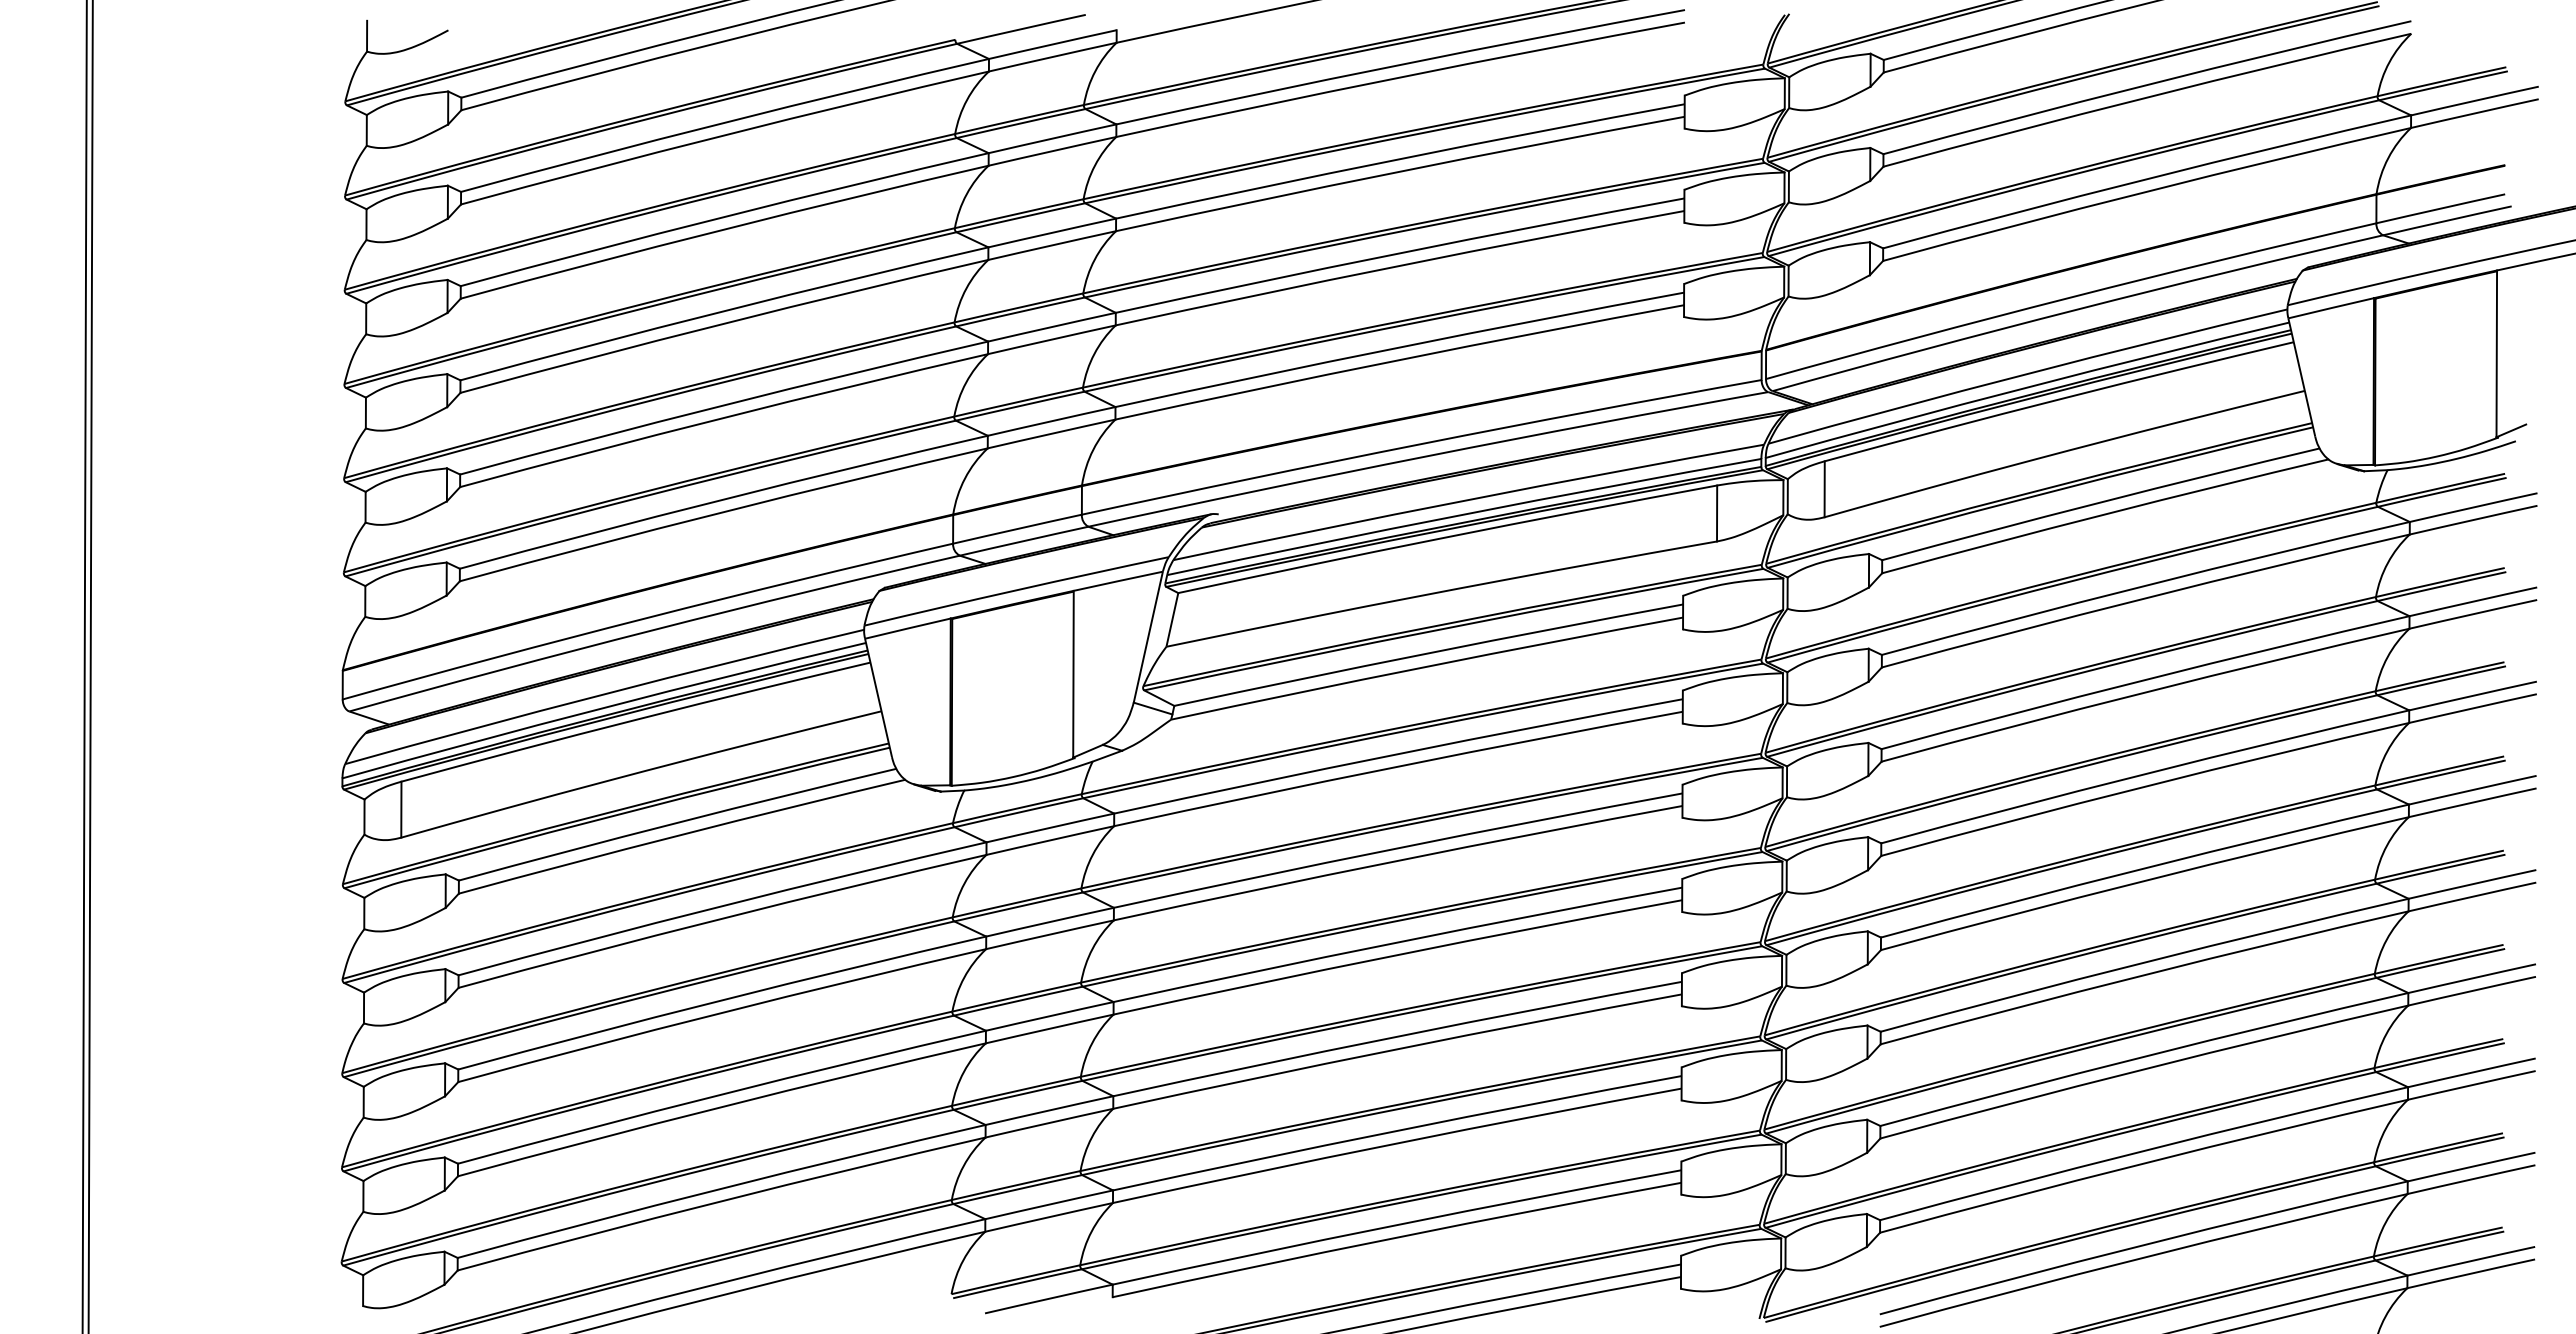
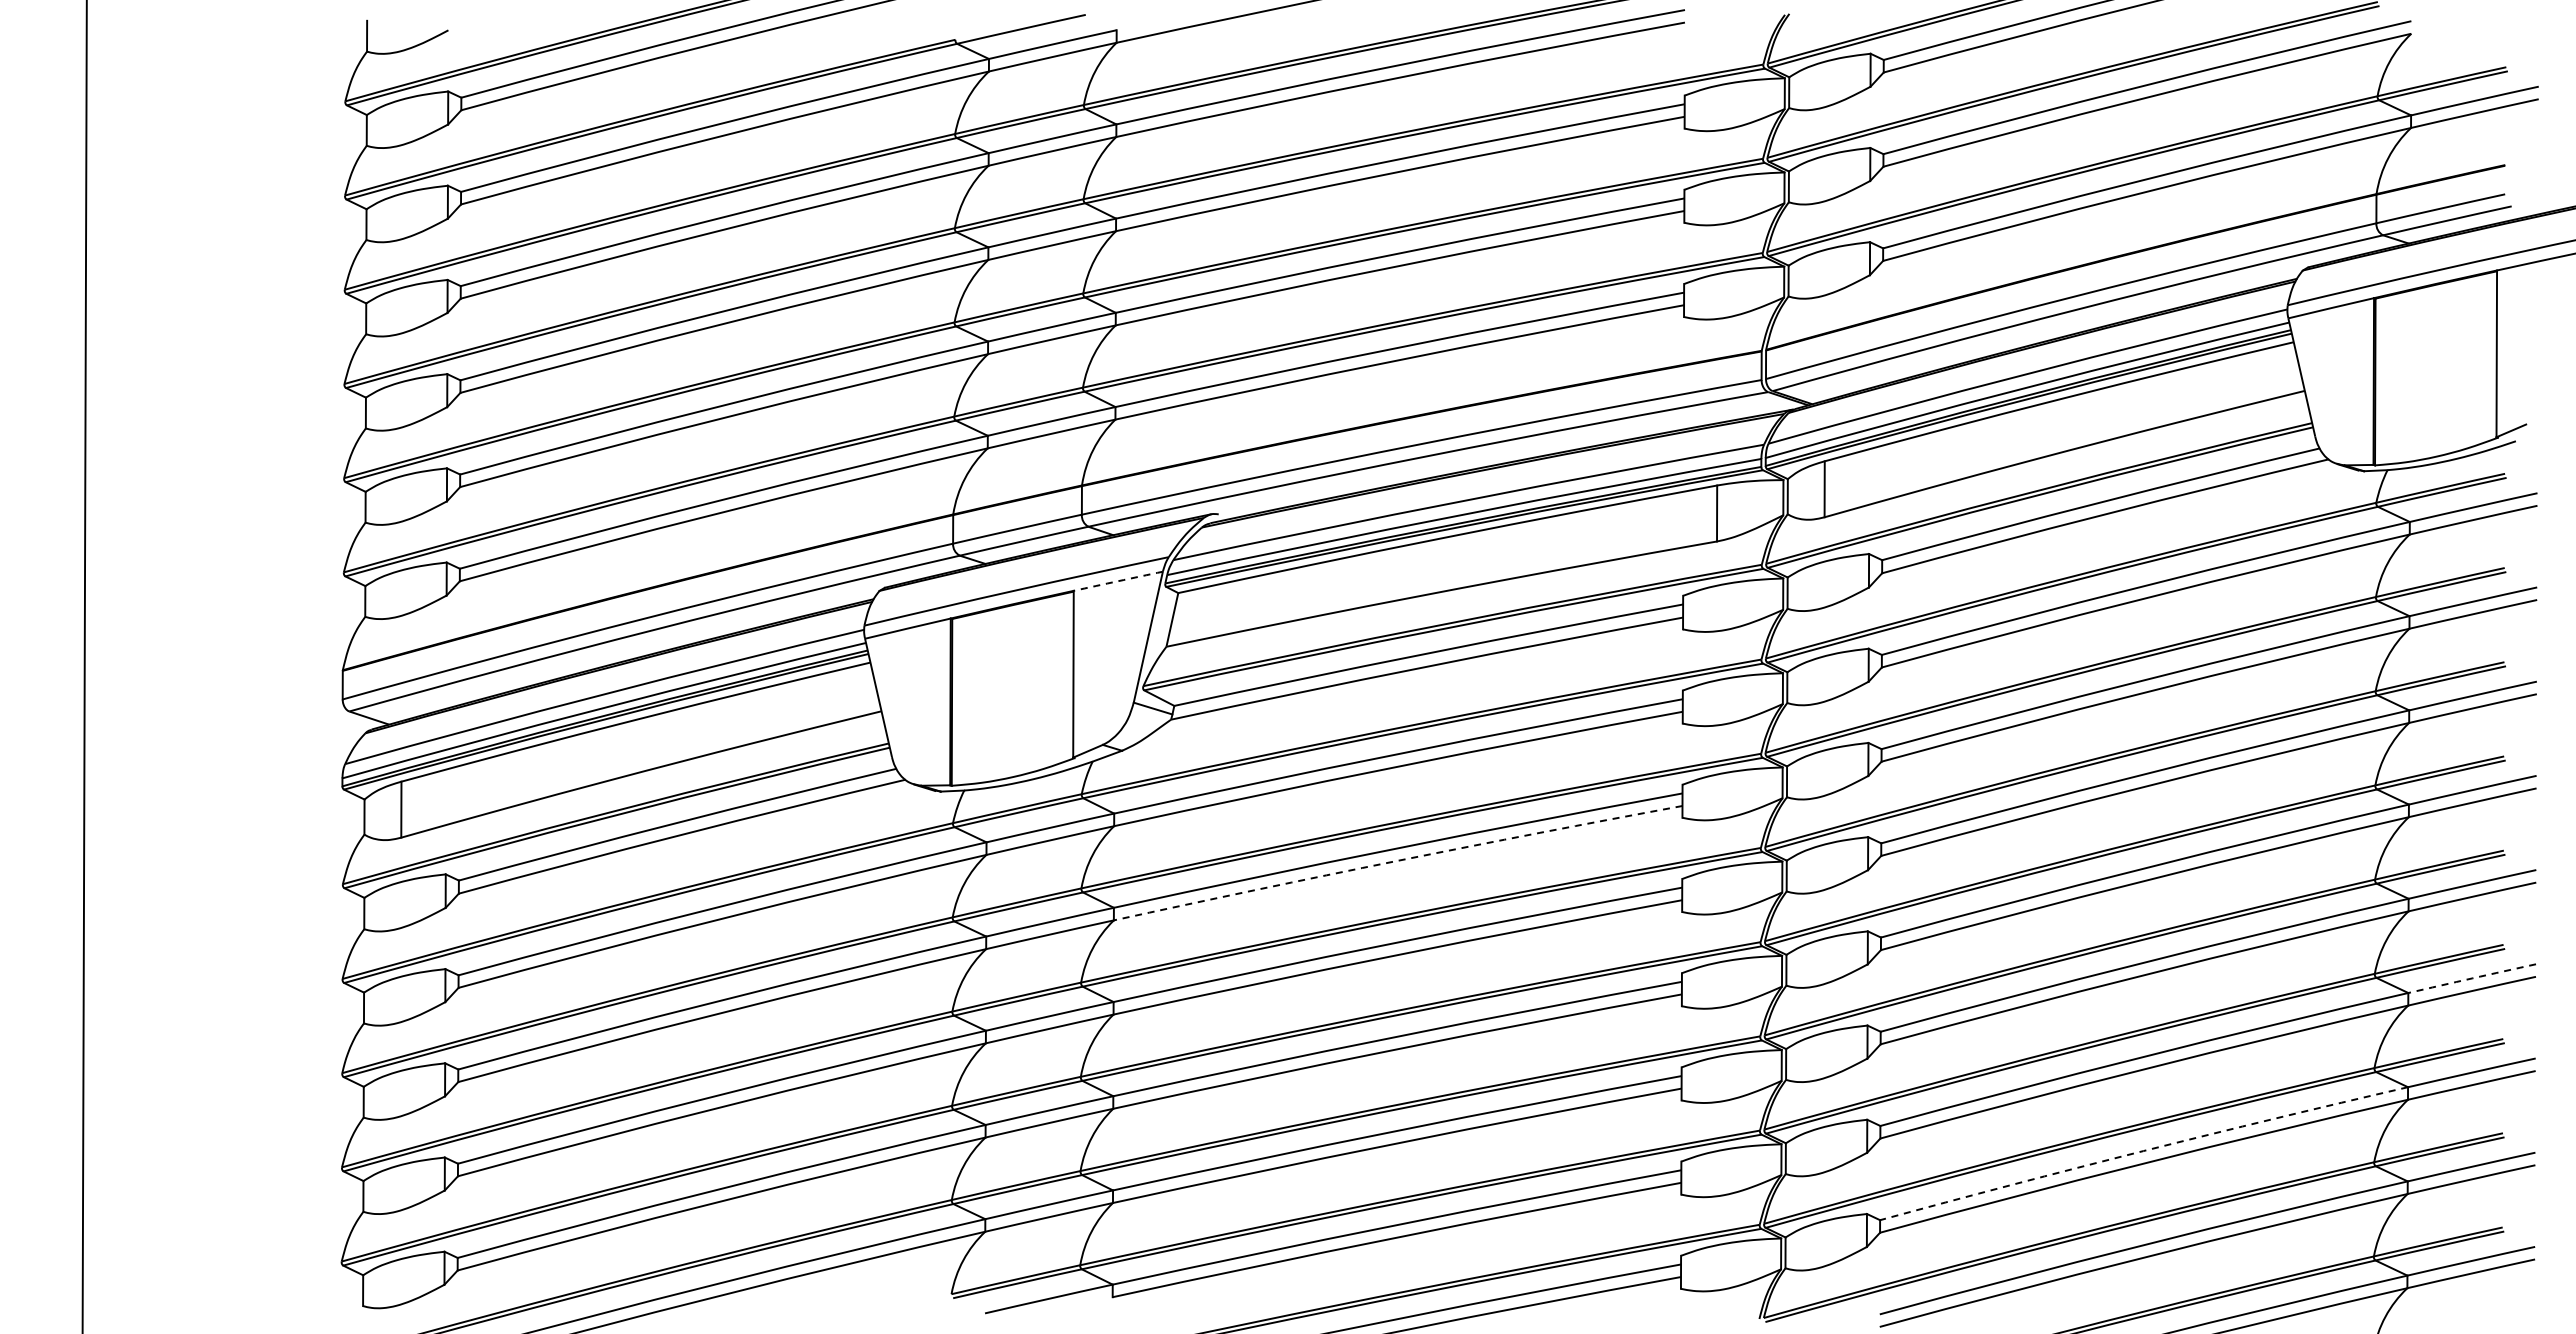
arc at (1118, 581): solid -> dashed
line at (90, 666): present -> none
arc at (1397, 860): solid -> dashed
arc at (2472, 978): solid -> dashed
arc at (2143, 1151): solid -> dashed
